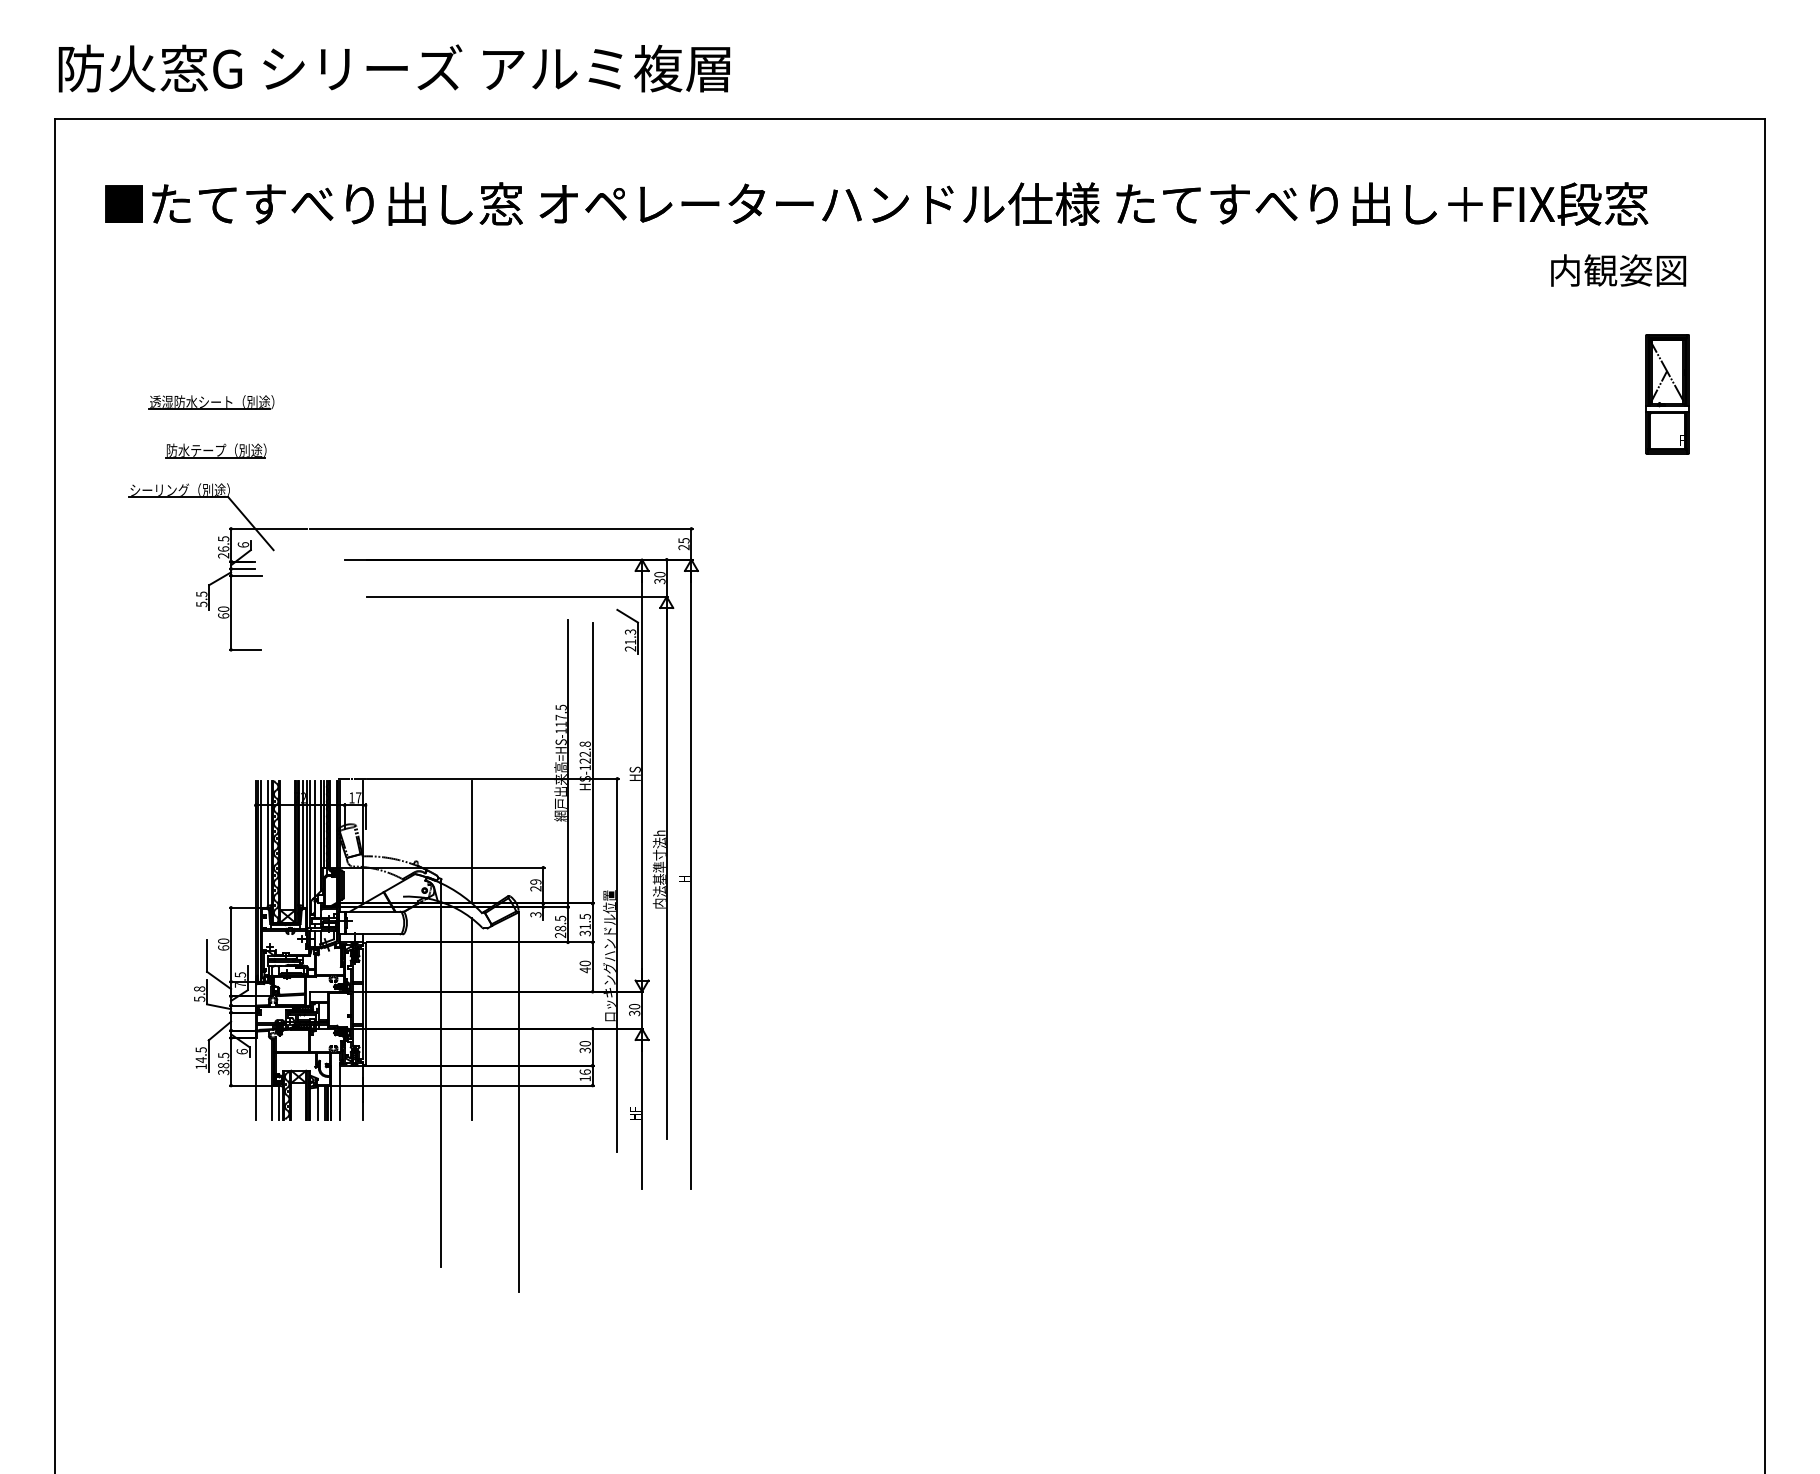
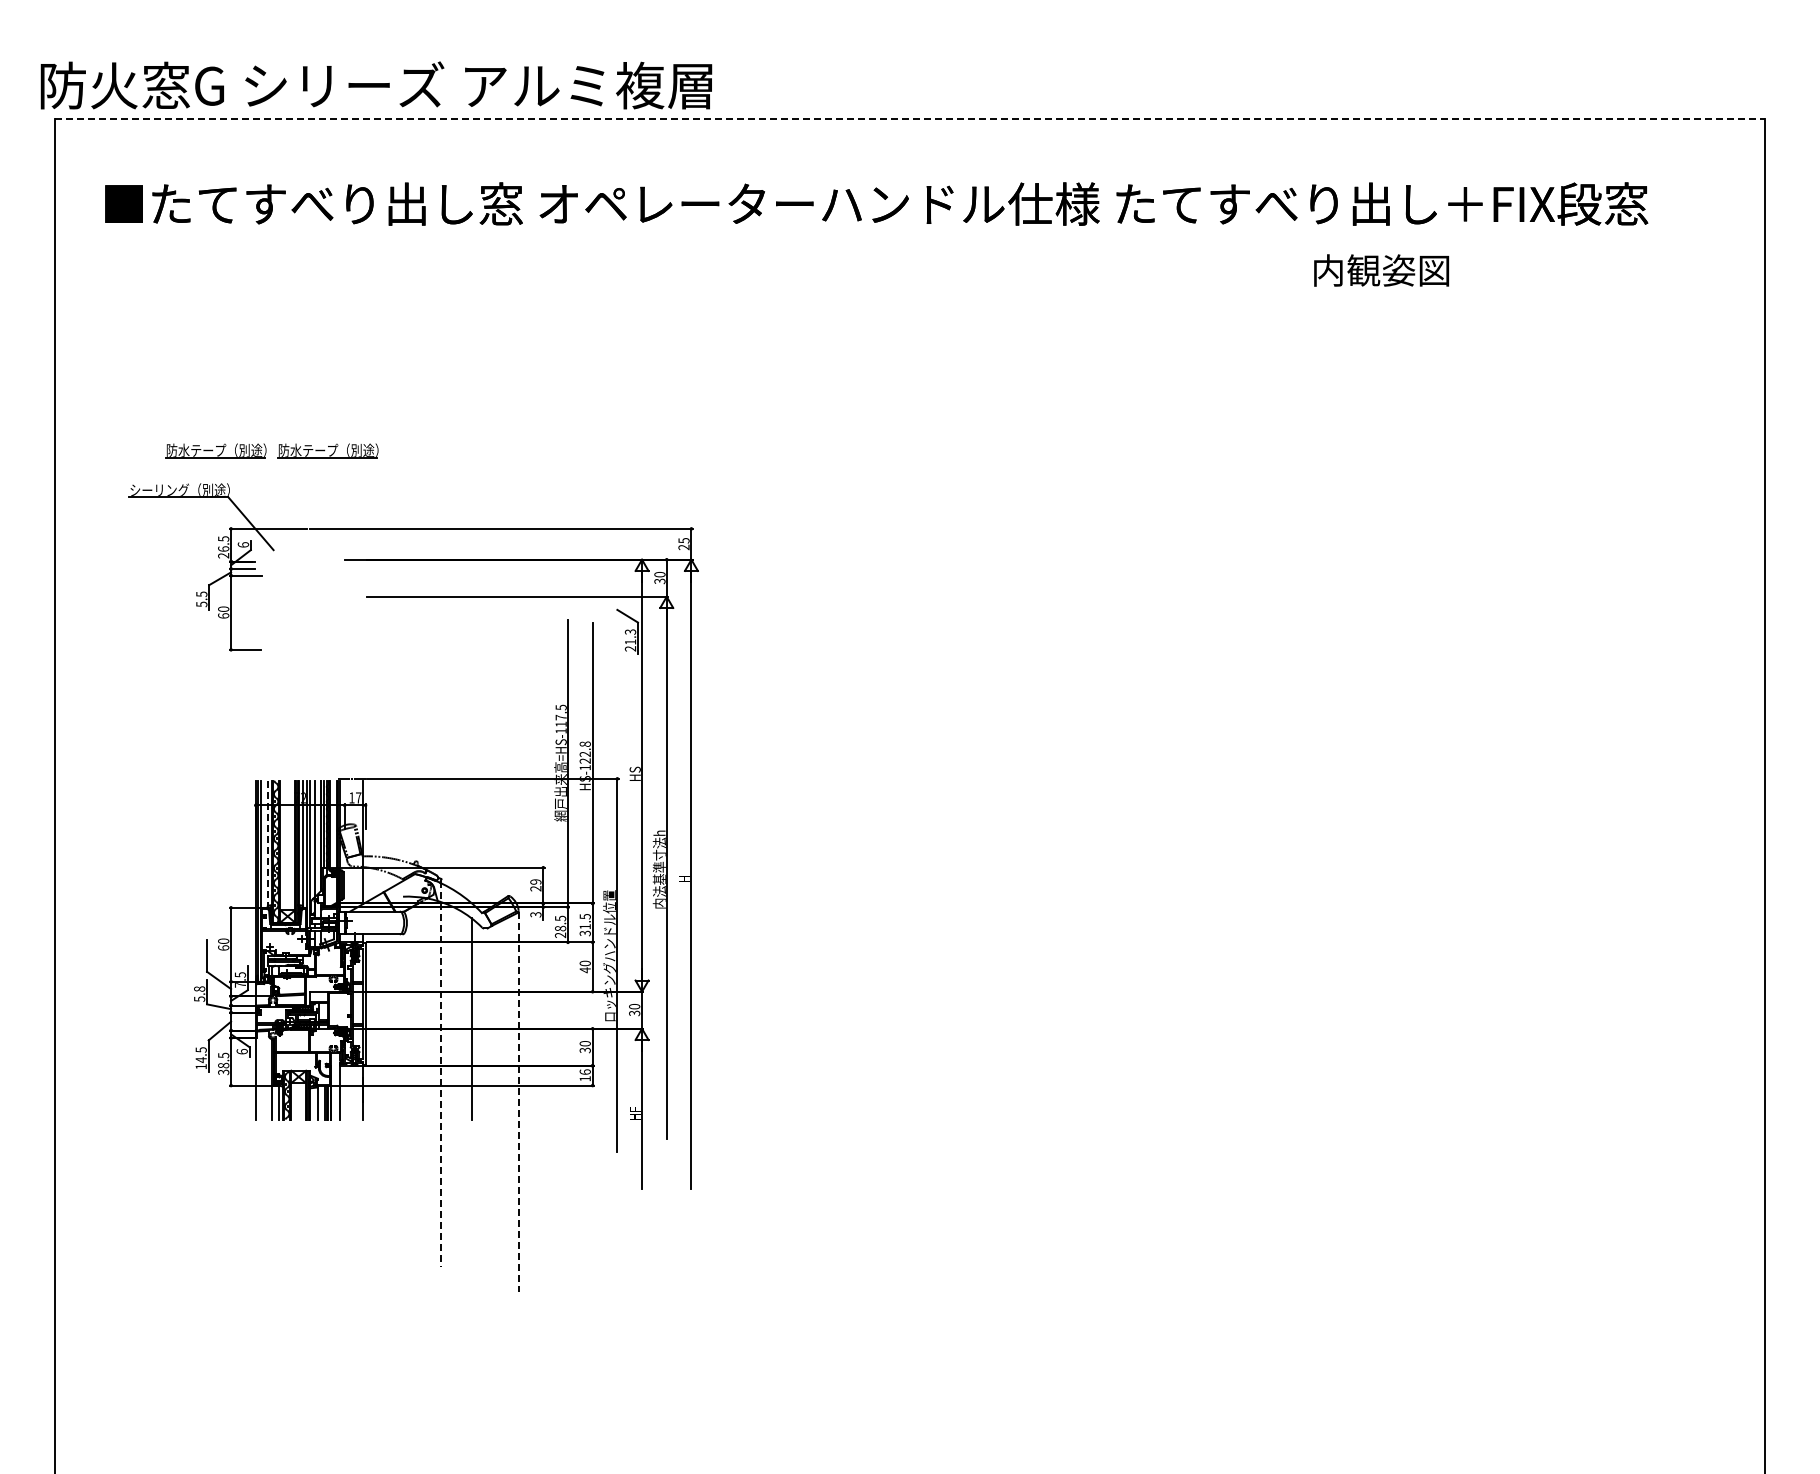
text at (394, 68) position: (394, 68) -> (376, 85)
line at (910, 119): solid -> dashed
text at (1618, 270) position: (1618, 270) -> (1381, 270)
part at (1667, 394): present -> none
part at (211, 402): present -> none
part at (327, 450): none -> present
line at (471, 841): present -> none
line at (267, 844): solid -> dashed
line at (441, 1074): solid -> dashed
line at (518, 1102): solid -> dashed
